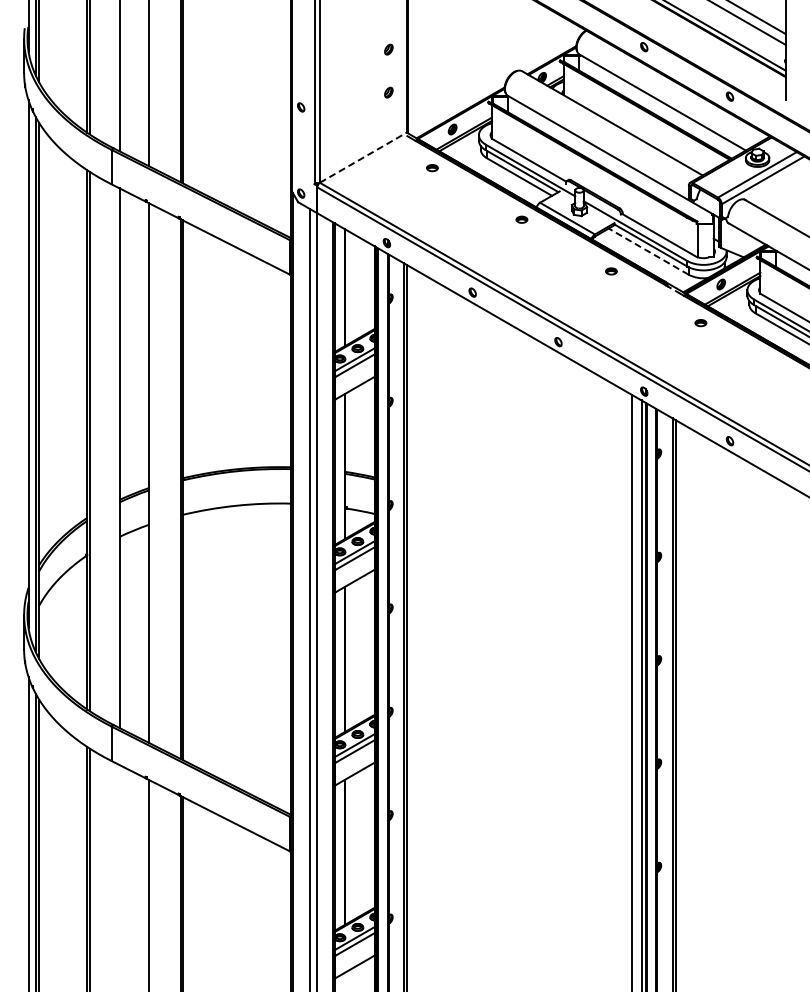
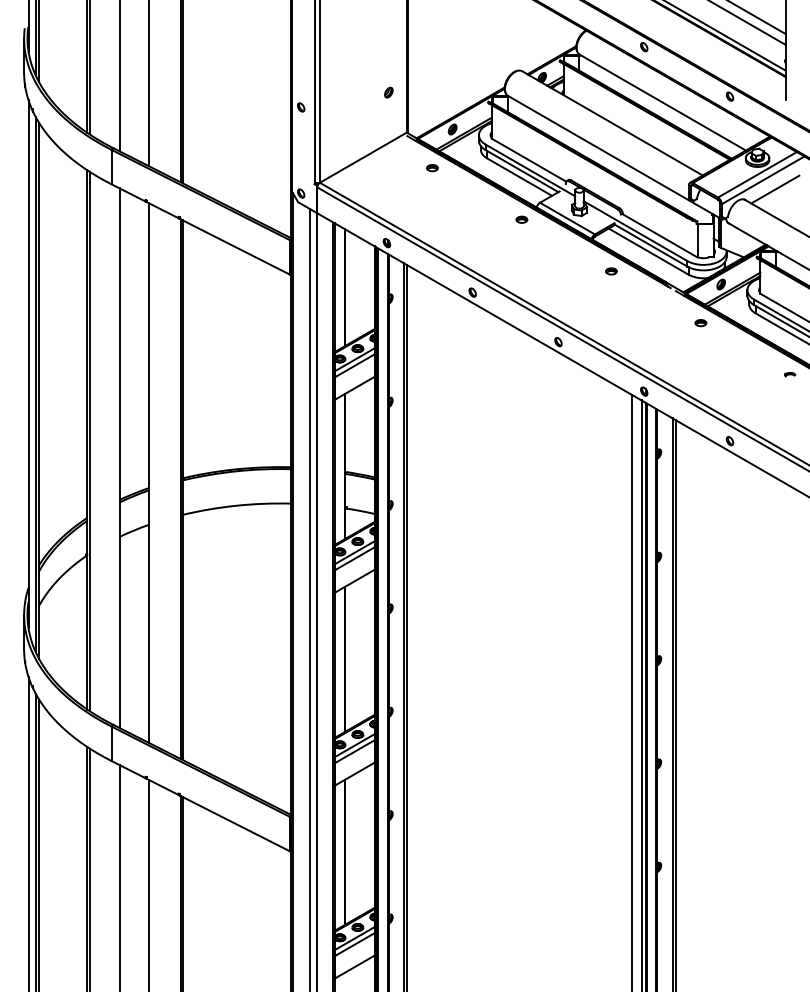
part at (388, 49): present -> none
line at (363, 157): dashed -> solid
line at (775, 189): none -> present
line at (648, 251): dashed -> solid
part at (790, 374): none -> present
line at (119, 876): none -> present
